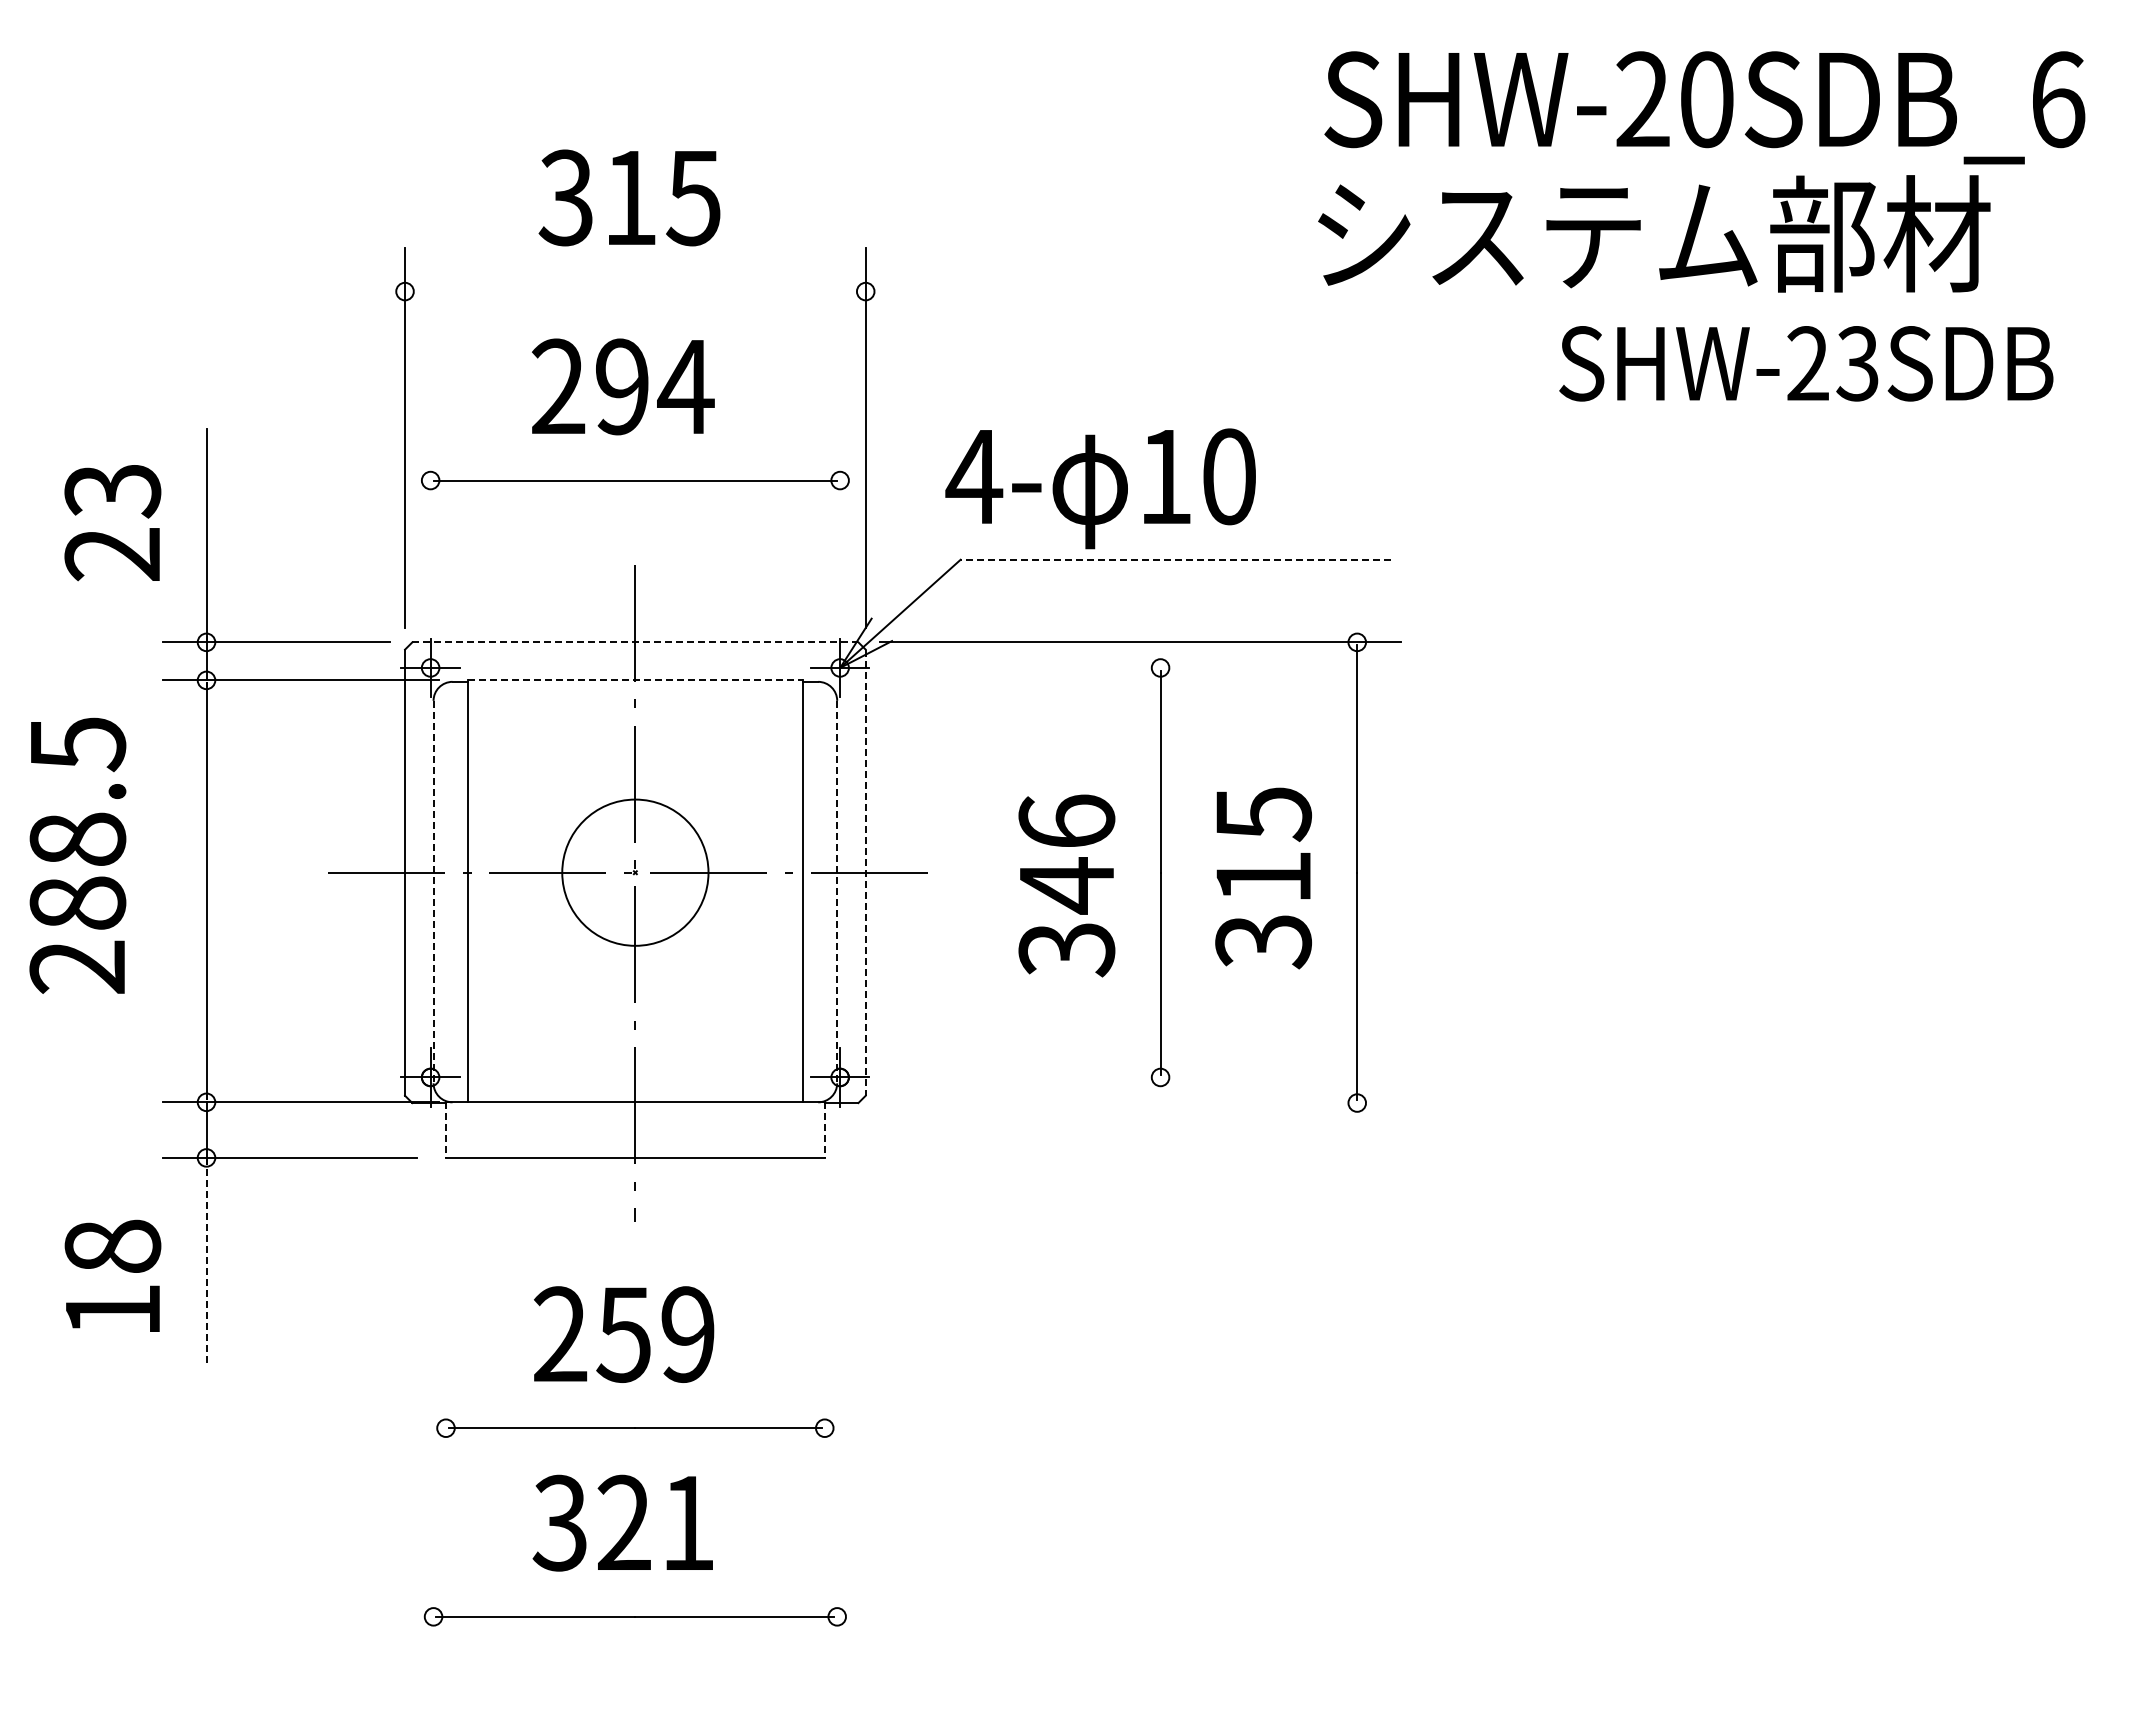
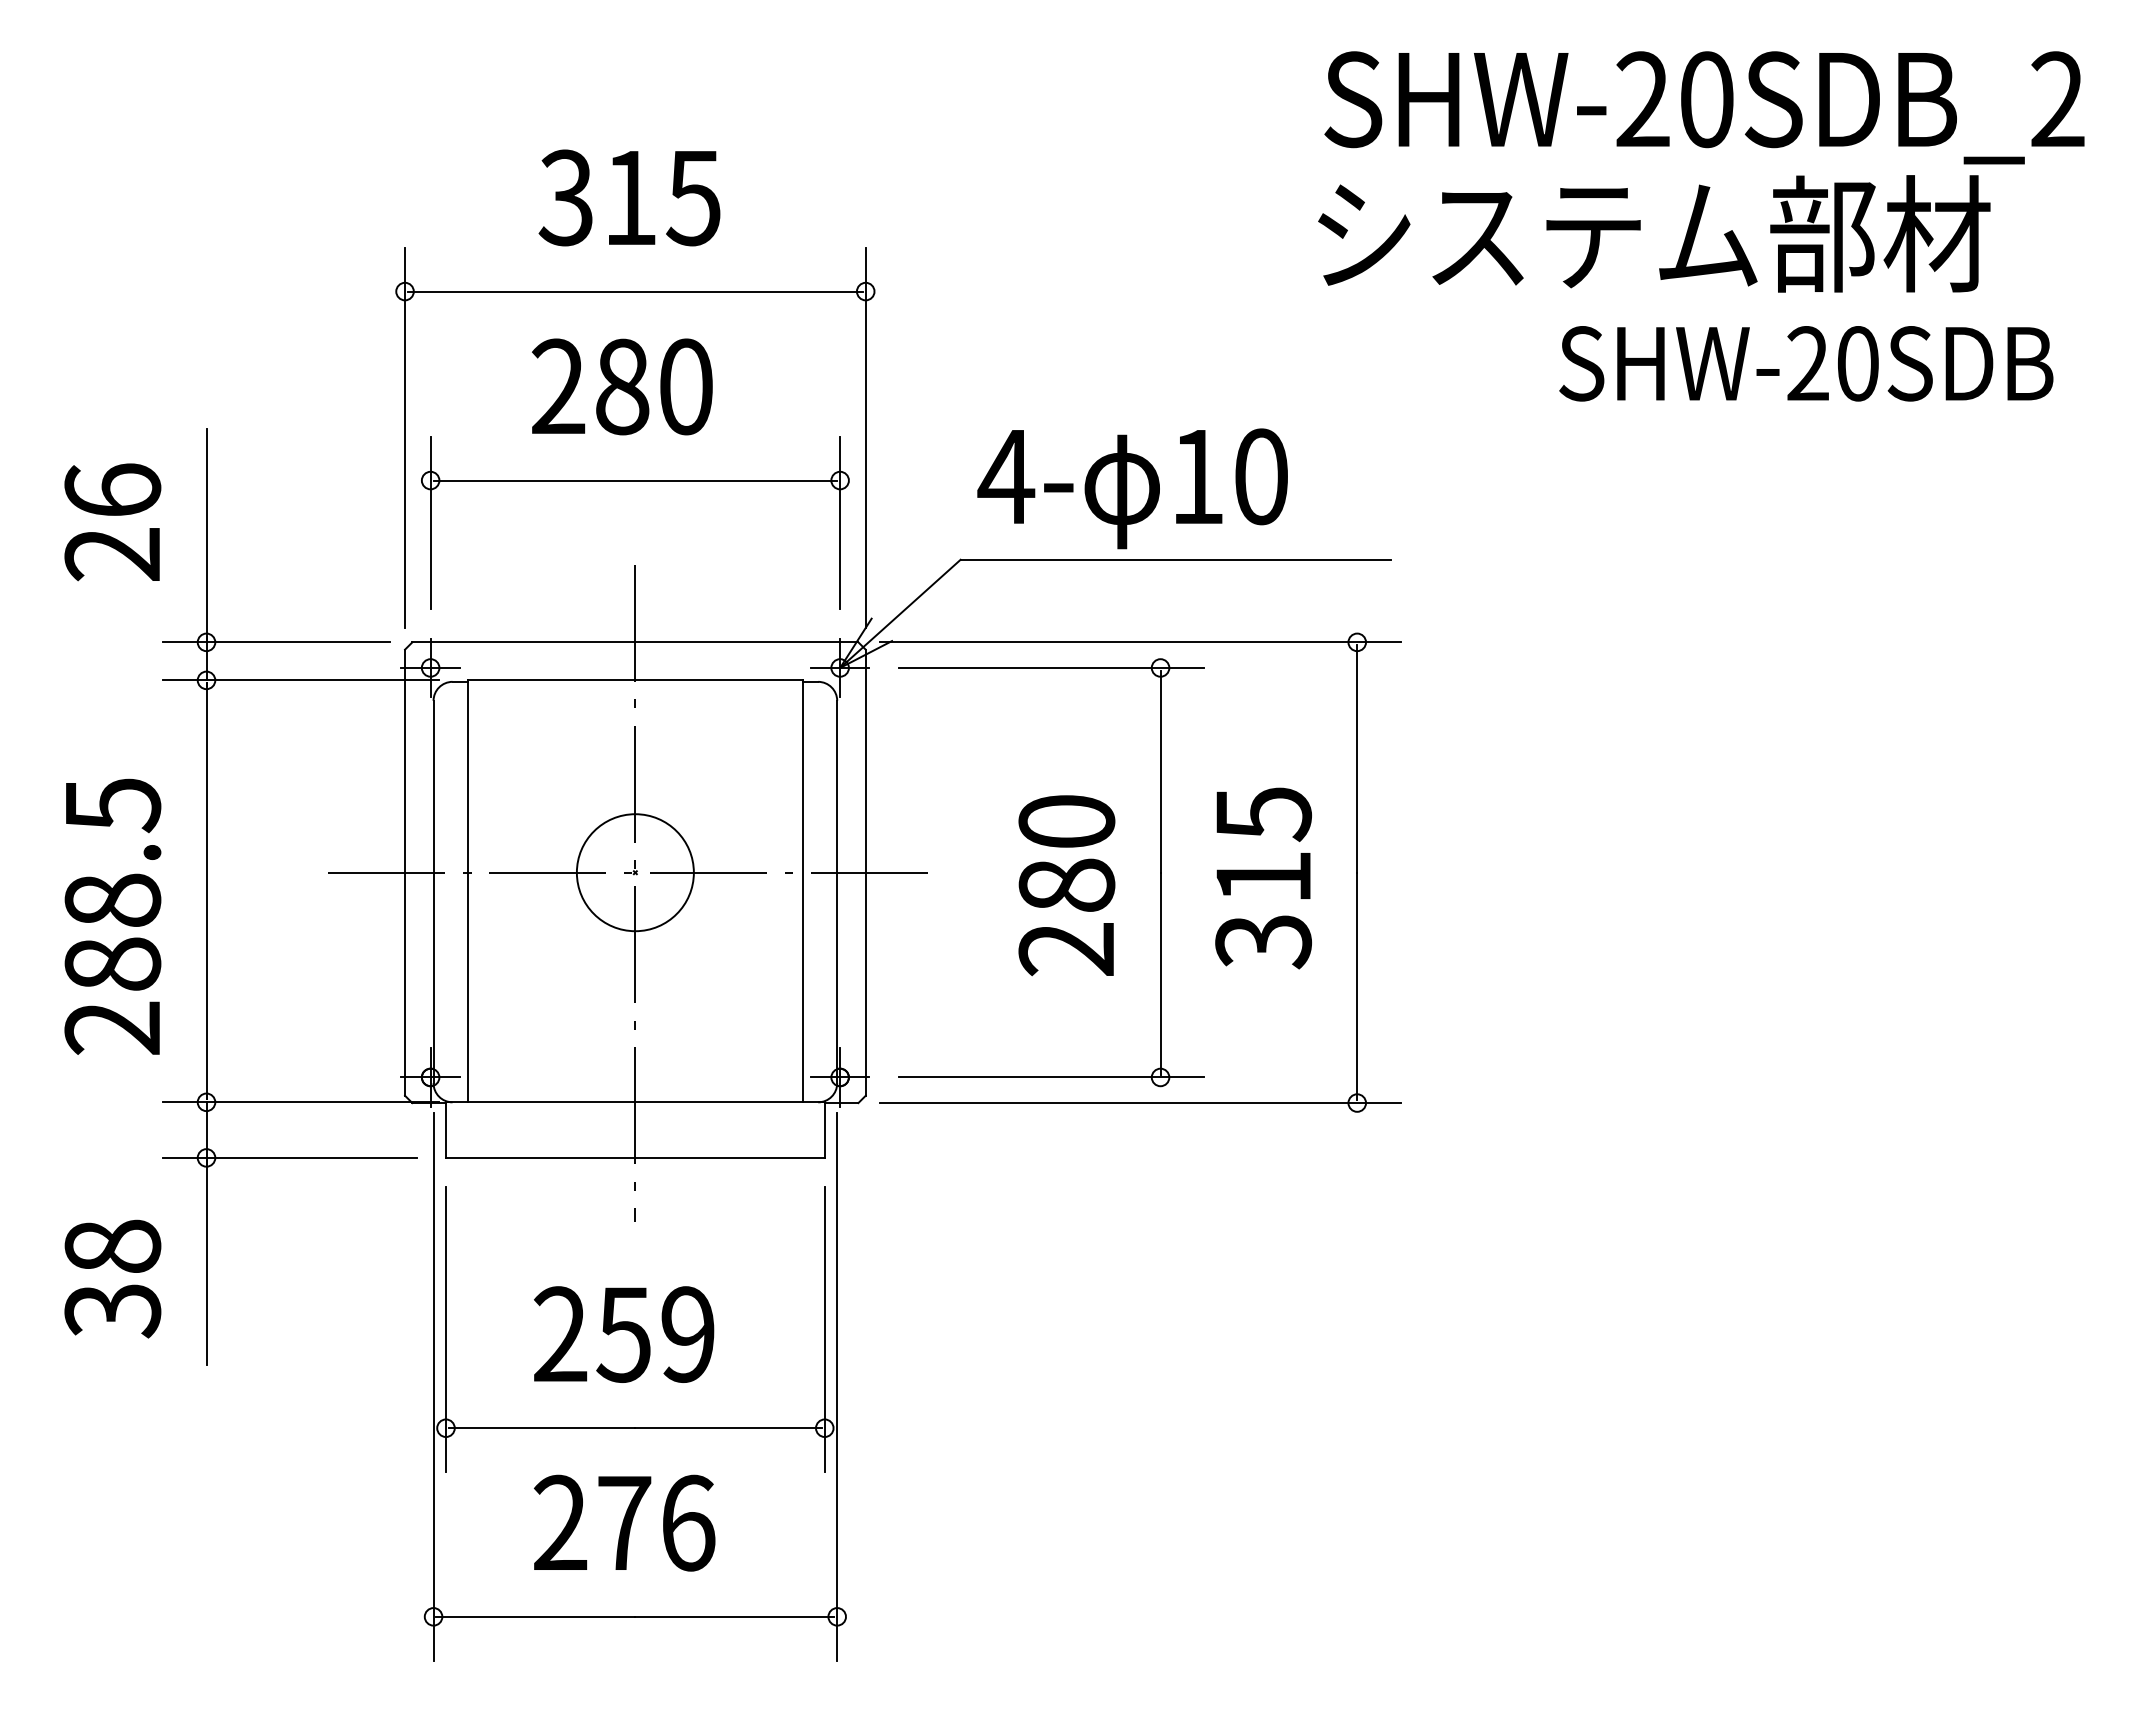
text at (2058, 99): SHW-20SDB_6 -> SHW-20SDB_2
line at (634, 291): none -> present
text at (1857, 363): SHW-23SDB -> SHW-20SDB
text at (655, 386): 294 -> 280
text at (1100, 488) position: (1100, 488) -> (1132, 488)
text at (112, 490): 23 -> 26
line at (430, 522): none -> present
line at (840, 522): none -> present
line at (1175, 559): dashed -> solid
line at (635, 642): dashed -> solid
line at (1051, 667): none -> present
line at (635, 680): dashed -> solid
text at (77, 855) position: (77, 855) -> (112, 916)
circle at (635, 872) diameter: 146 px -> 117 px
line at (865, 873): dashed -> solid
text at (1066, 885): 346 -> 280
line at (433, 892): dashed -> solid
line at (837, 892): dashed -> solid
line at (1051, 1077): none -> present
line at (1140, 1103): none -> present
line at (445, 1130): dashed -> solid
line at (824, 1130): dashed -> solid
line at (206, 1261): dashed -> solid
text at (112, 1311): 18 -> 38
line at (445, 1329): none -> present
line at (824, 1329): none -> present
line at (433, 1386): none -> present
line at (837, 1386): none -> present
text at (623, 1522): 321 -> 276
